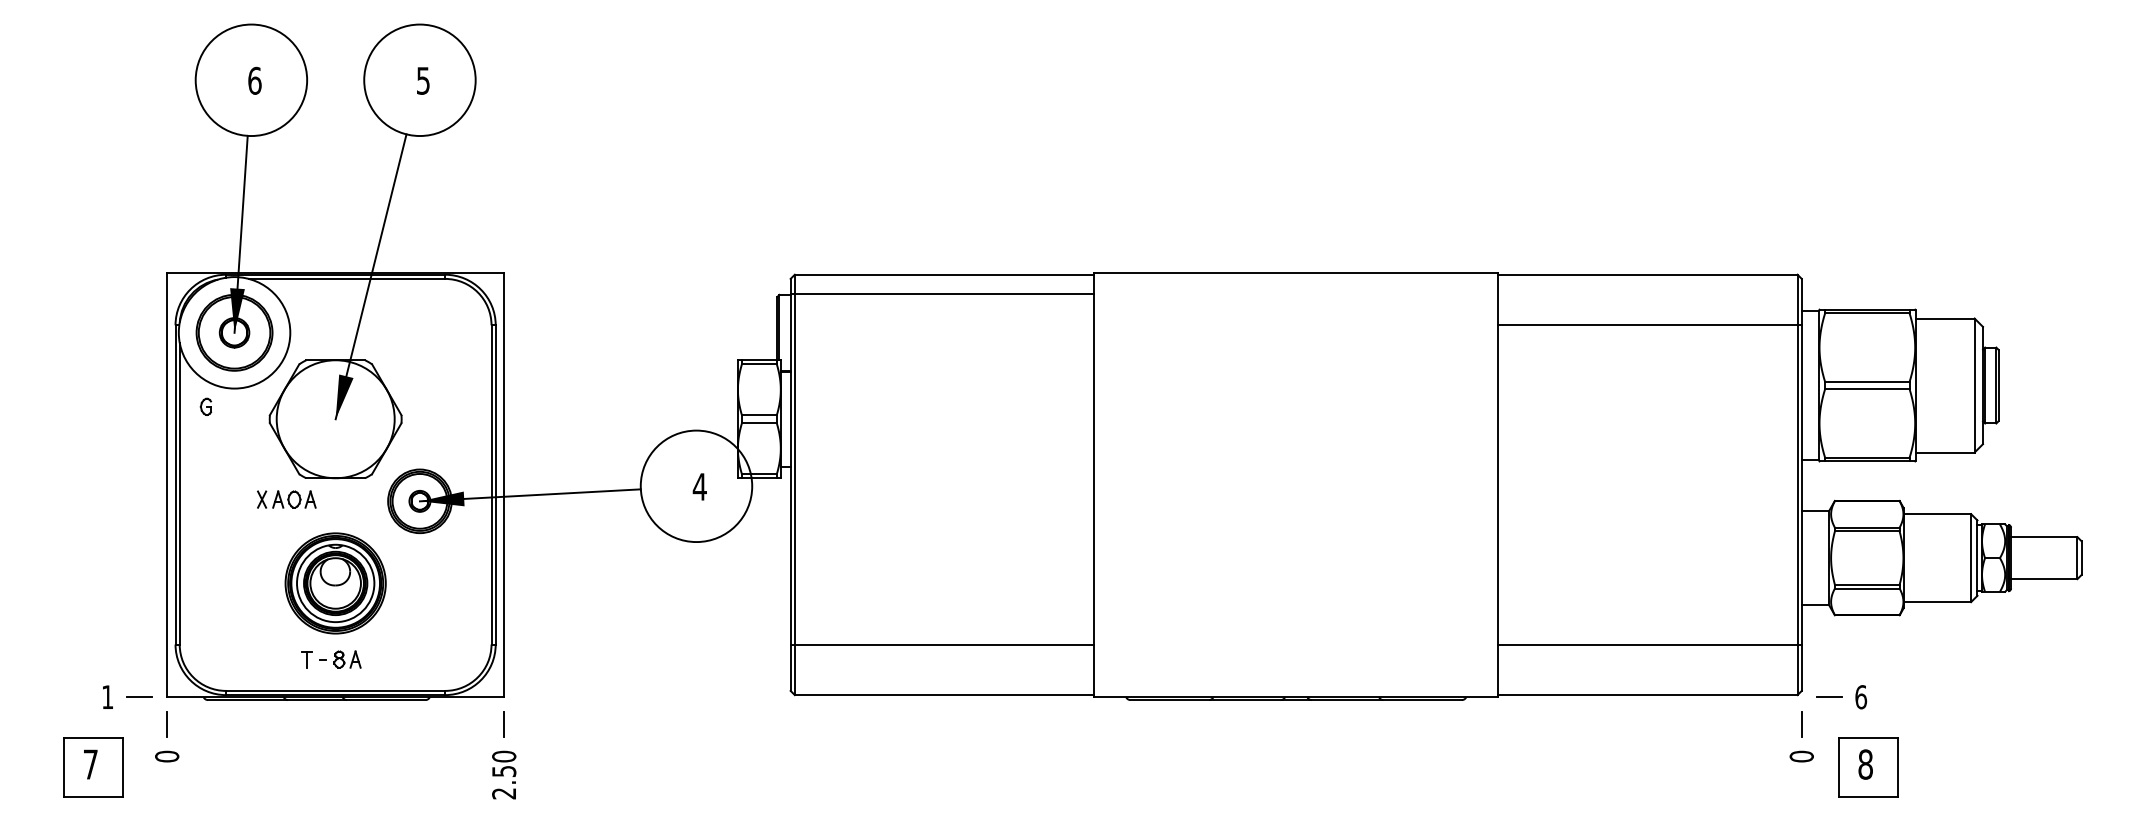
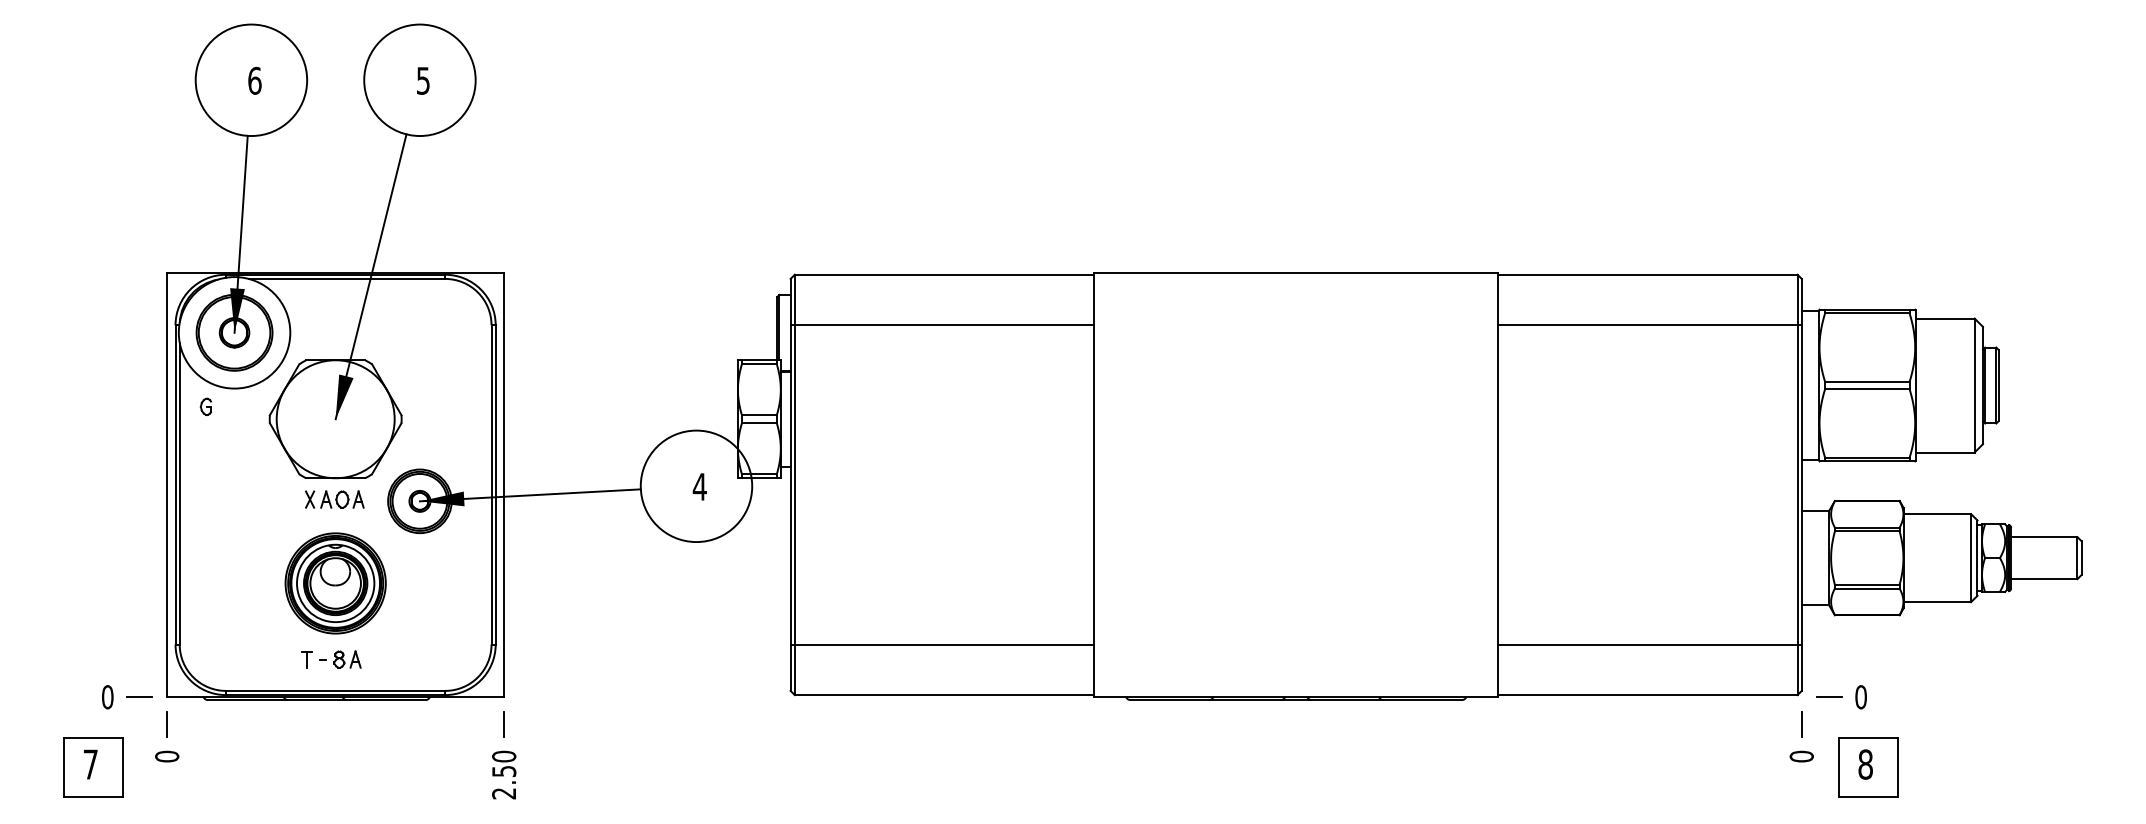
line at (942, 294) position: (942, 294) -> (942, 325)
part at (286, 499) position: (286, 499) -> (334, 499)
text at (107, 697): 1 -> 0
text at (1861, 697): 6 -> 0
